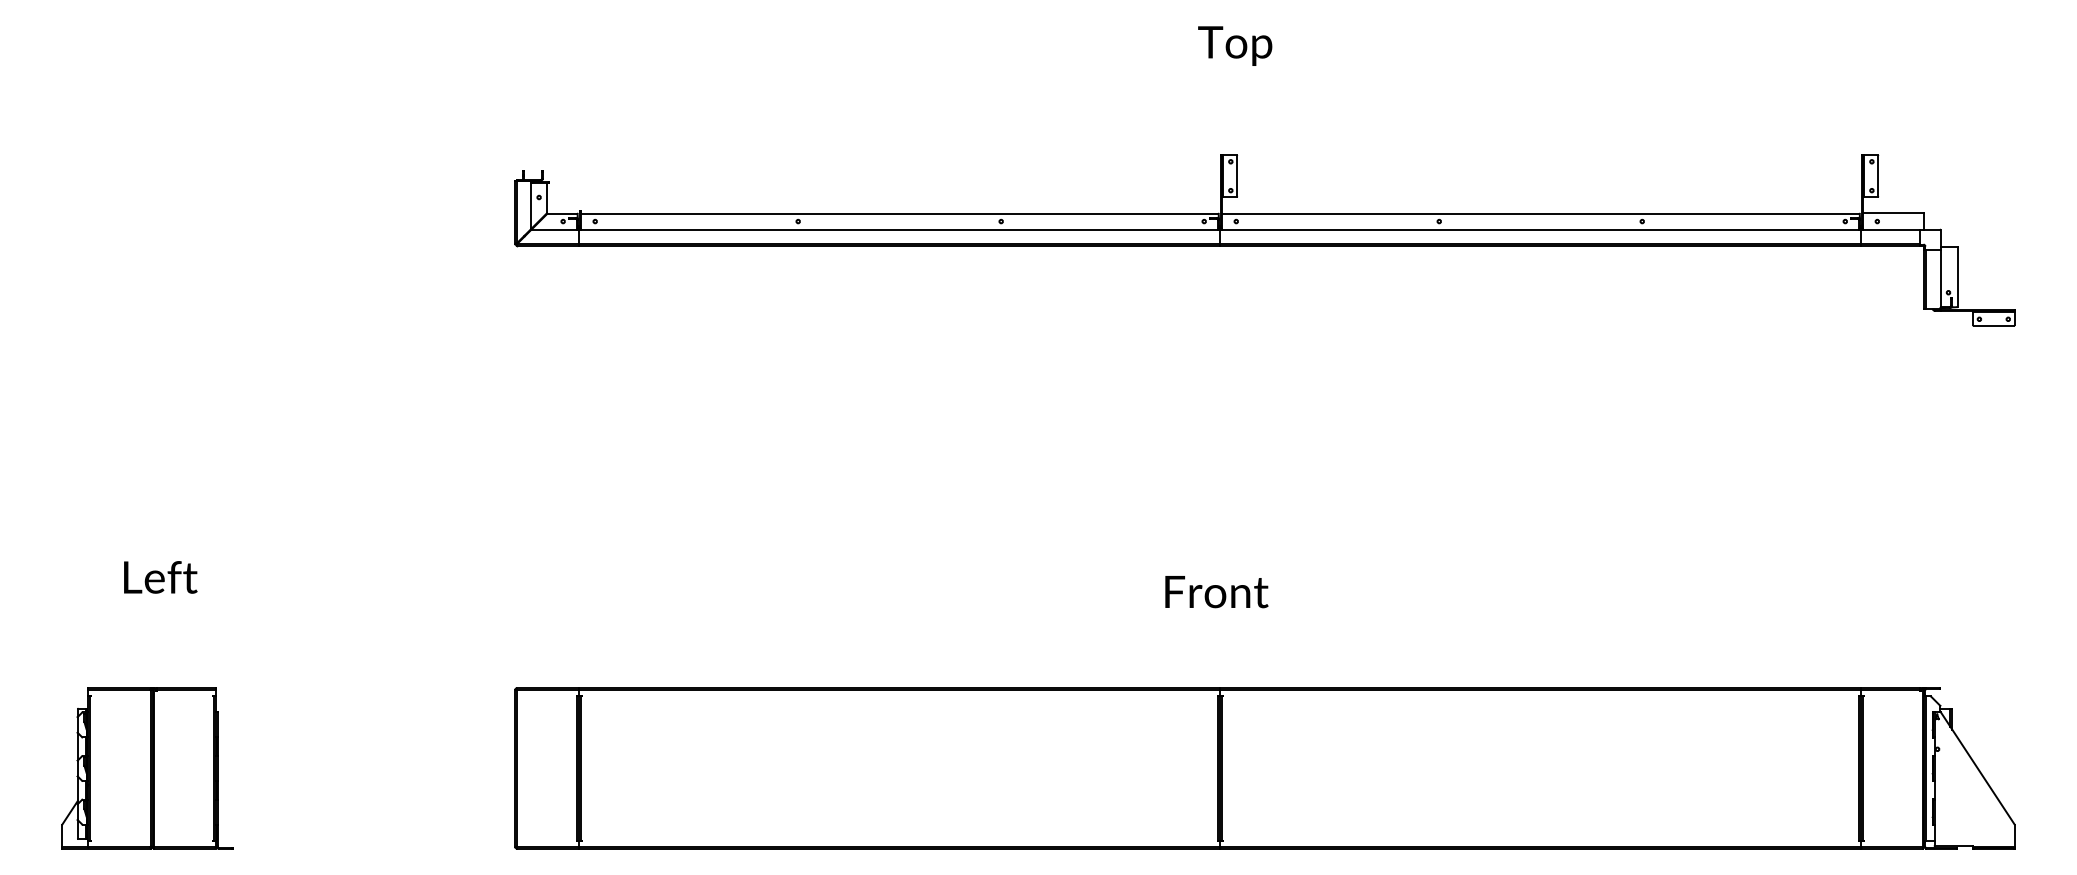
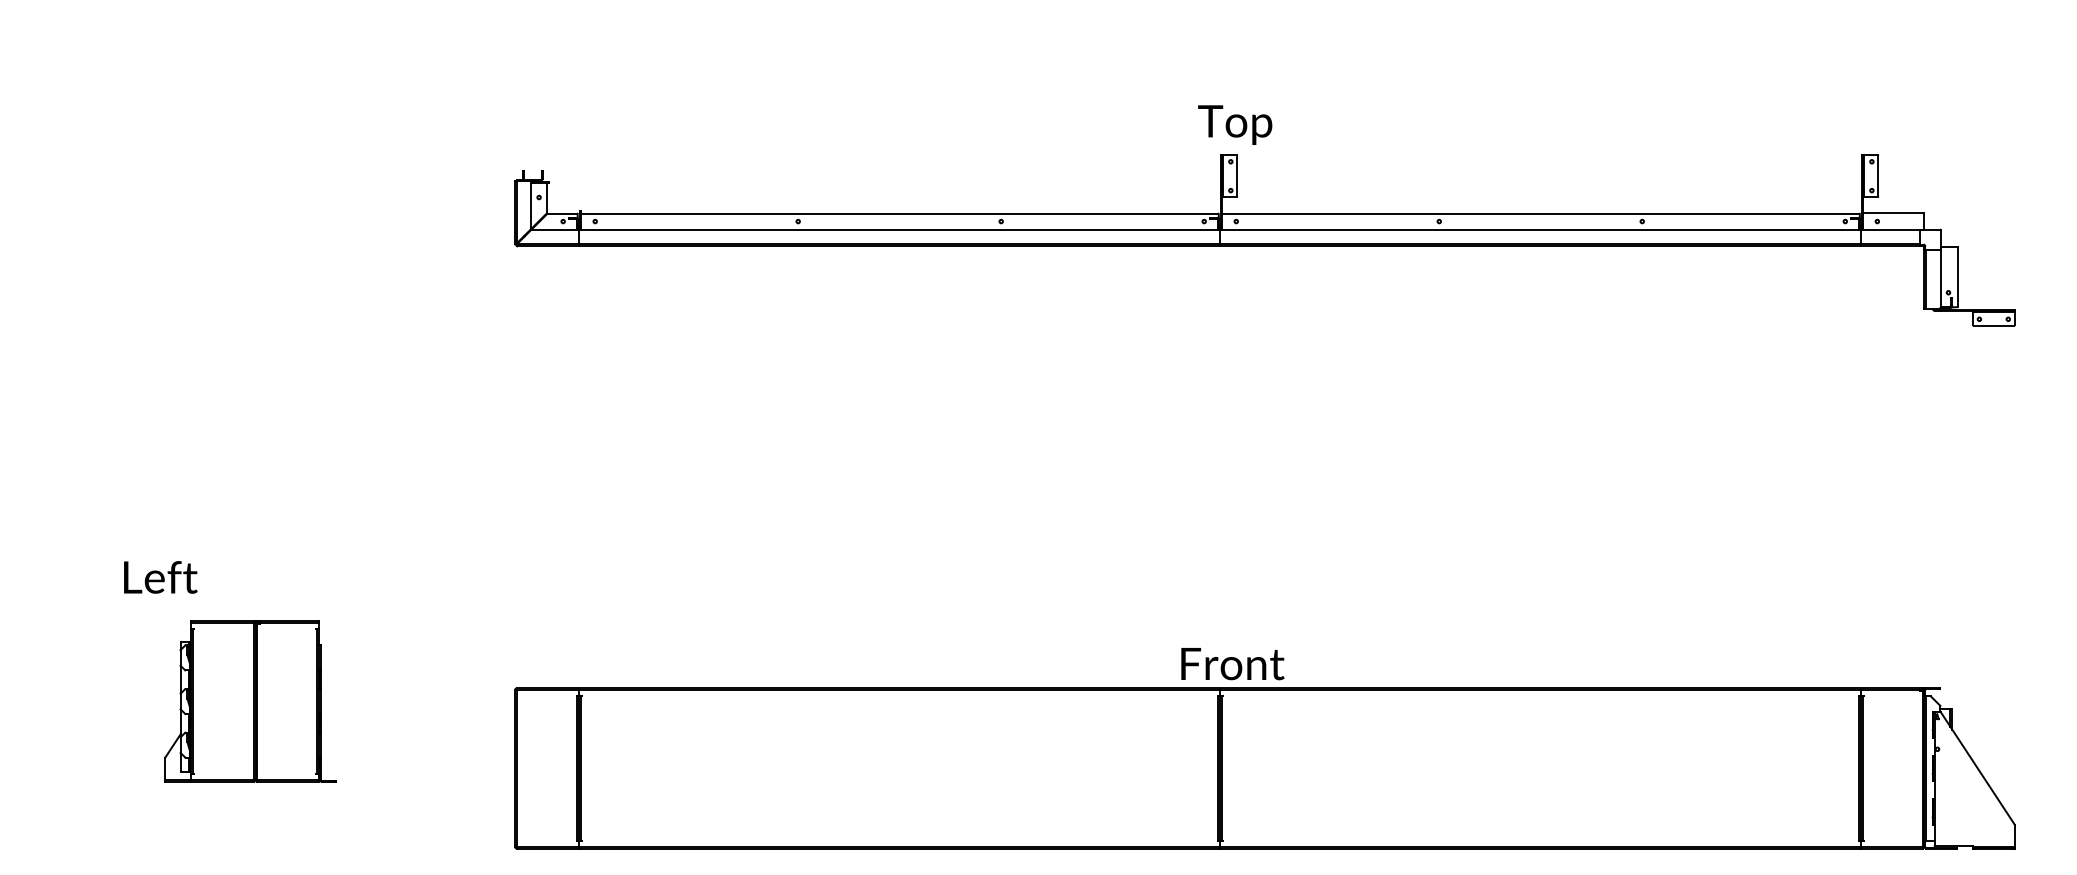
text at (1235, 45) position: (1235, 45) -> (1235, 124)
text at (1216, 592) position: (1216, 592) -> (1232, 664)
part at (147, 768) position: (147, 768) -> (250, 701)
